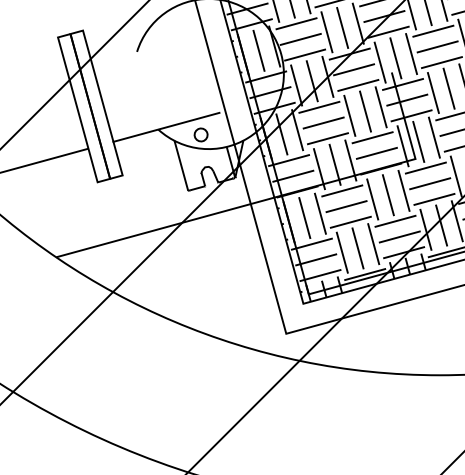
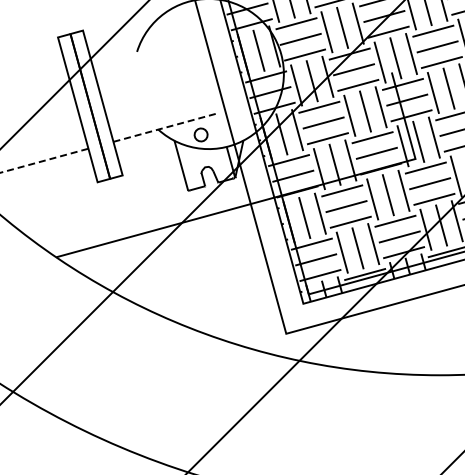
line at (166, 127): solid -> dashed
line at (44, 160): solid -> dashed
